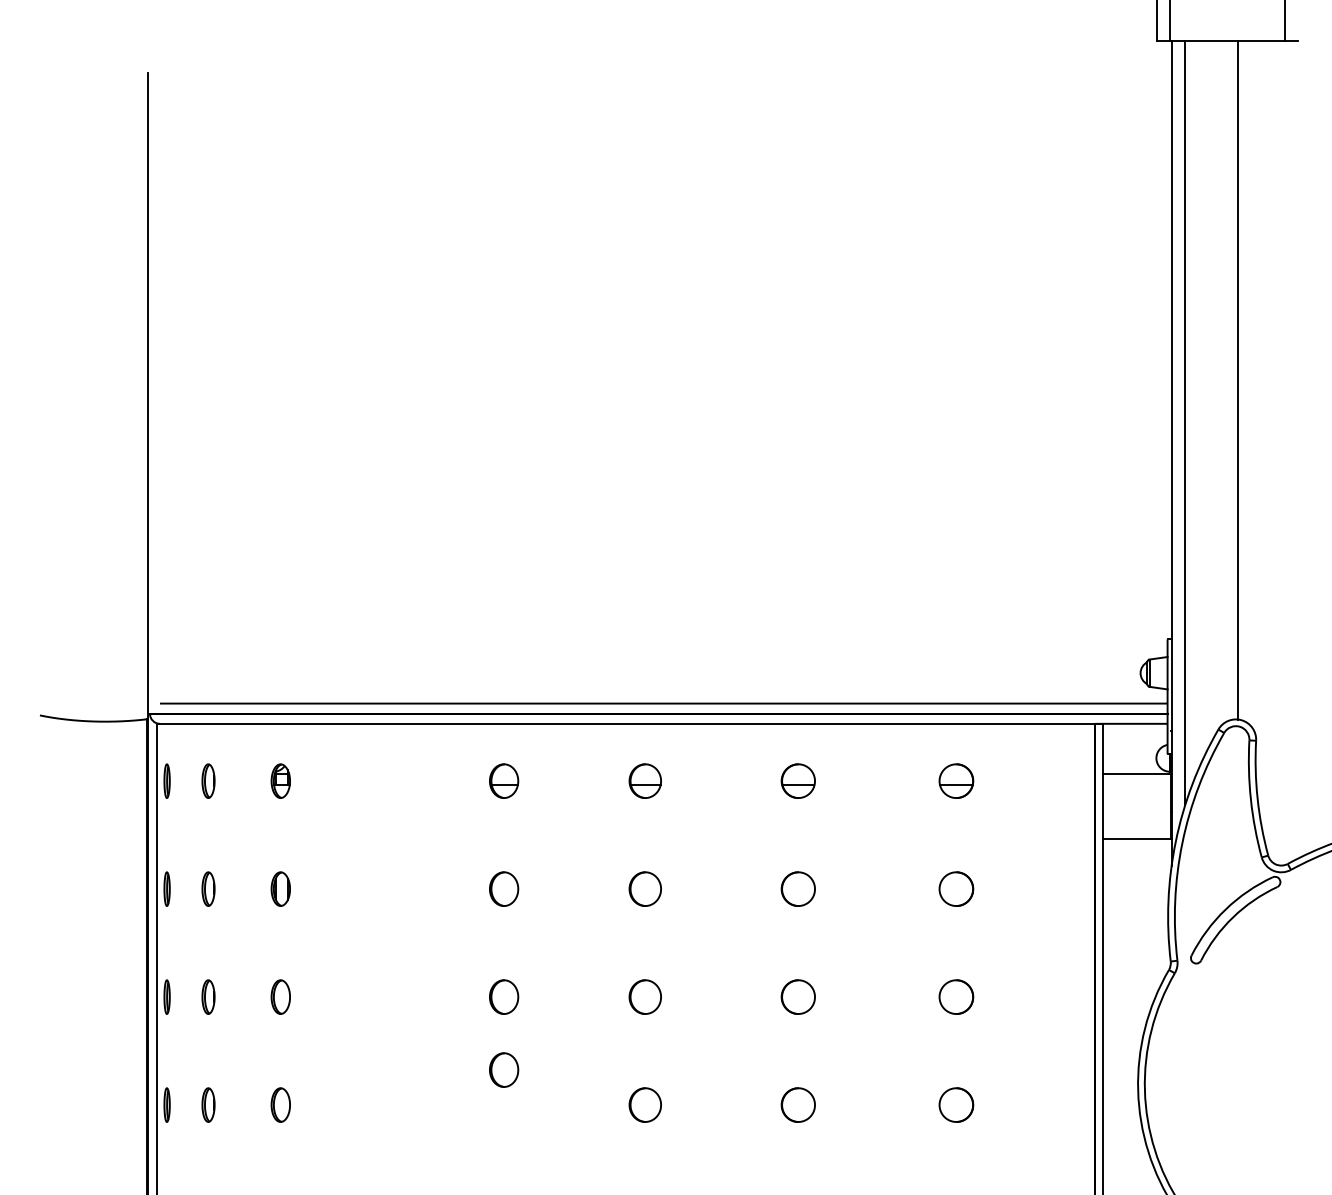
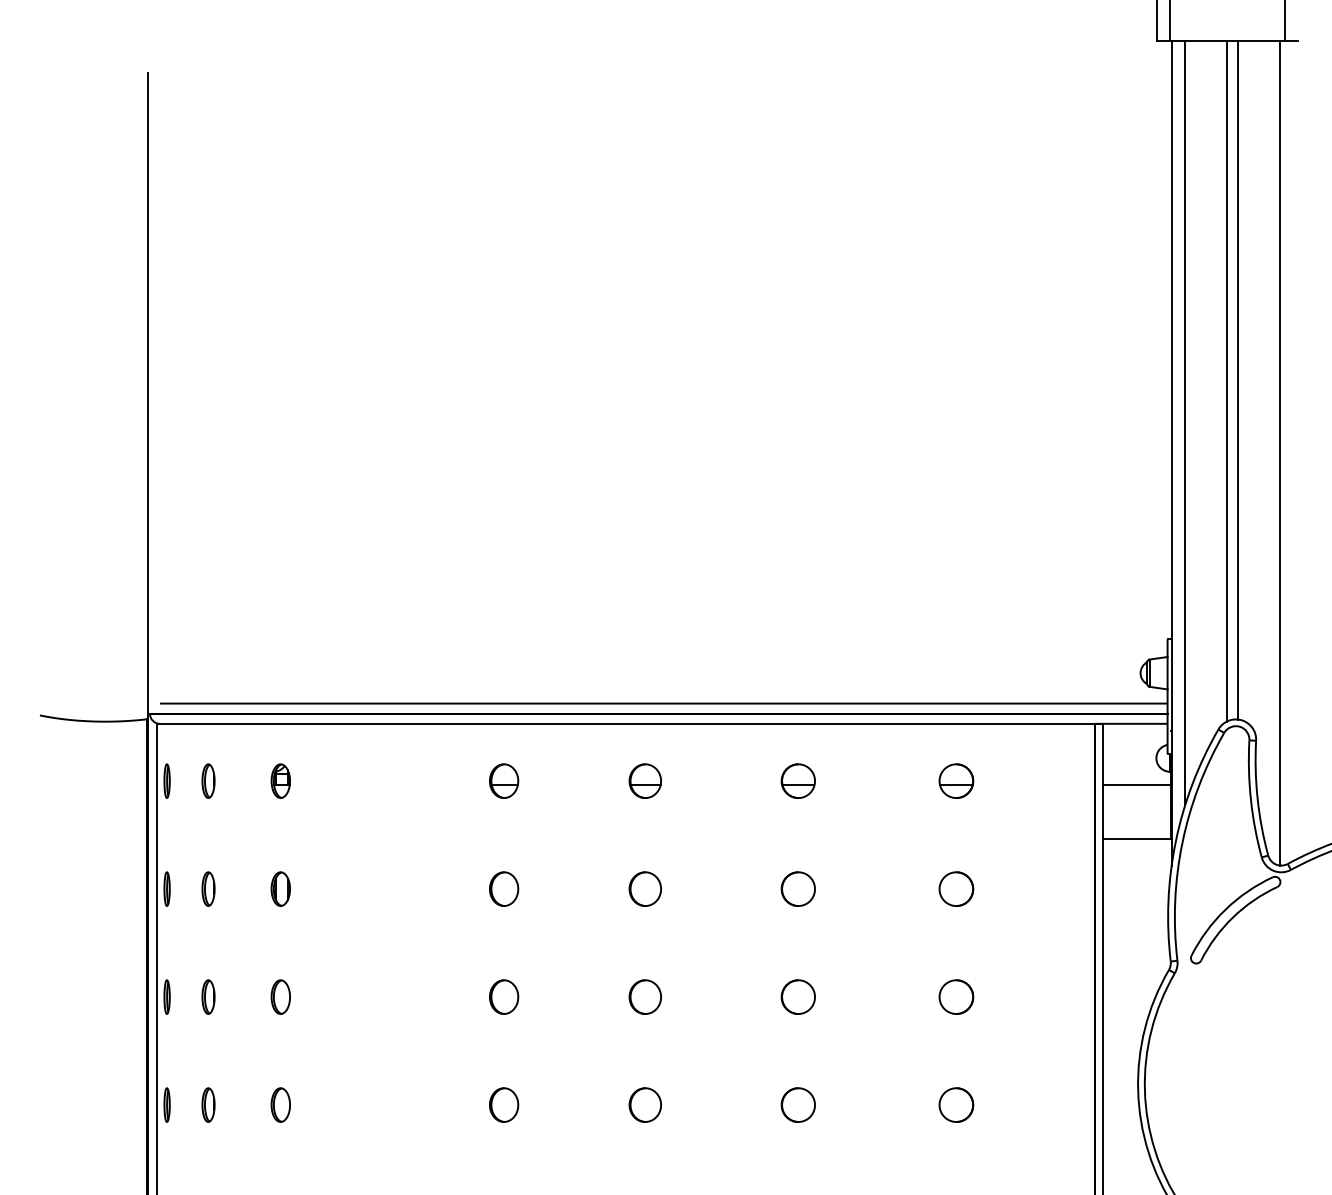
line at (1226, 381): none -> present
line at (1279, 453): none -> present
line at (1137, 774) position: (1137, 774) -> (1137, 785)
part at (504, 1069) position: (504, 1069) -> (504, 1104)
